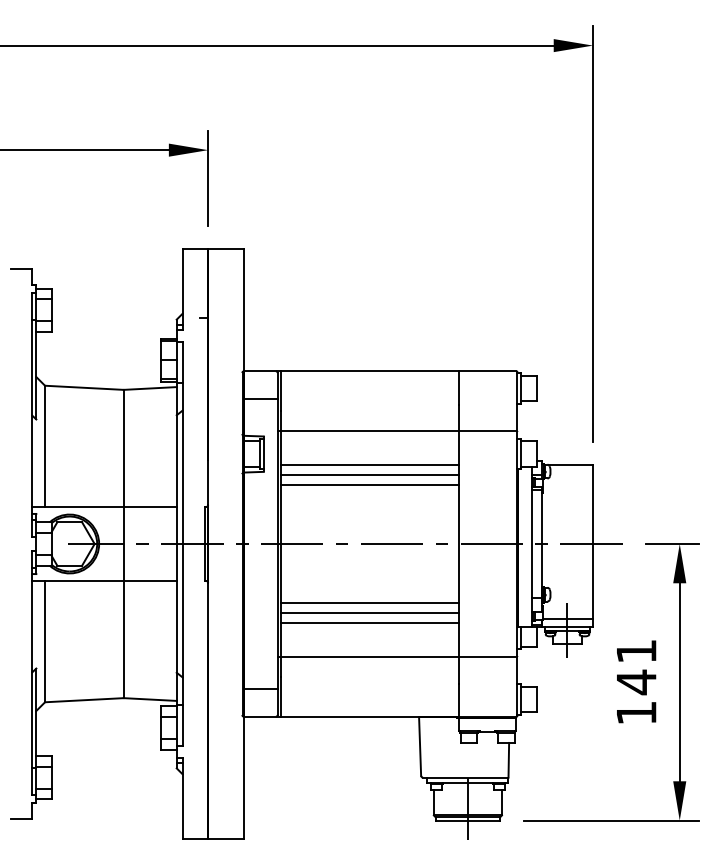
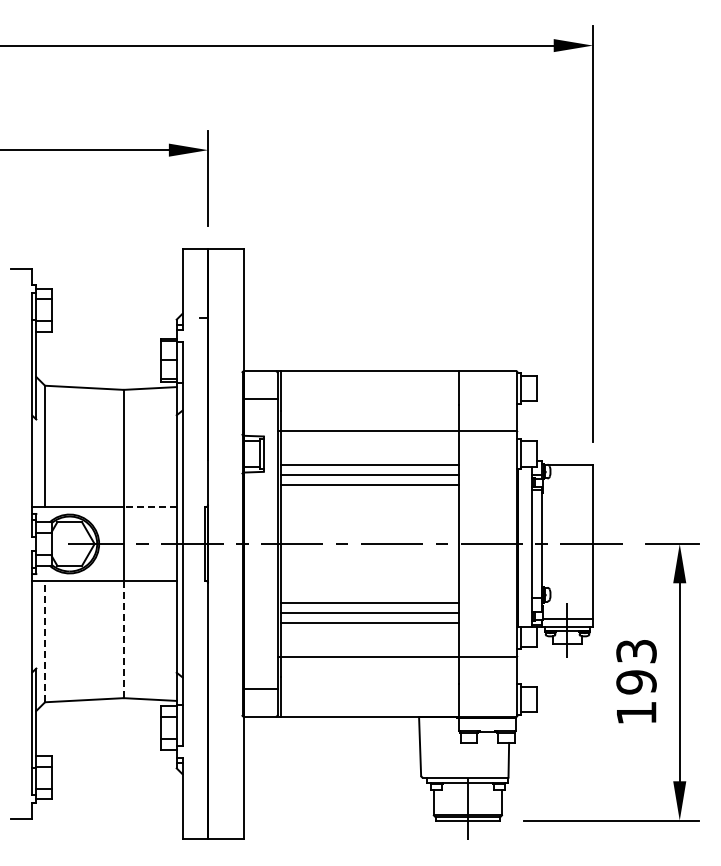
line at (150, 506): solid -> dashed
line at (123, 639): solid -> dashed
line at (45, 641): solid -> dashed
text at (636, 667): 141 -> 193
